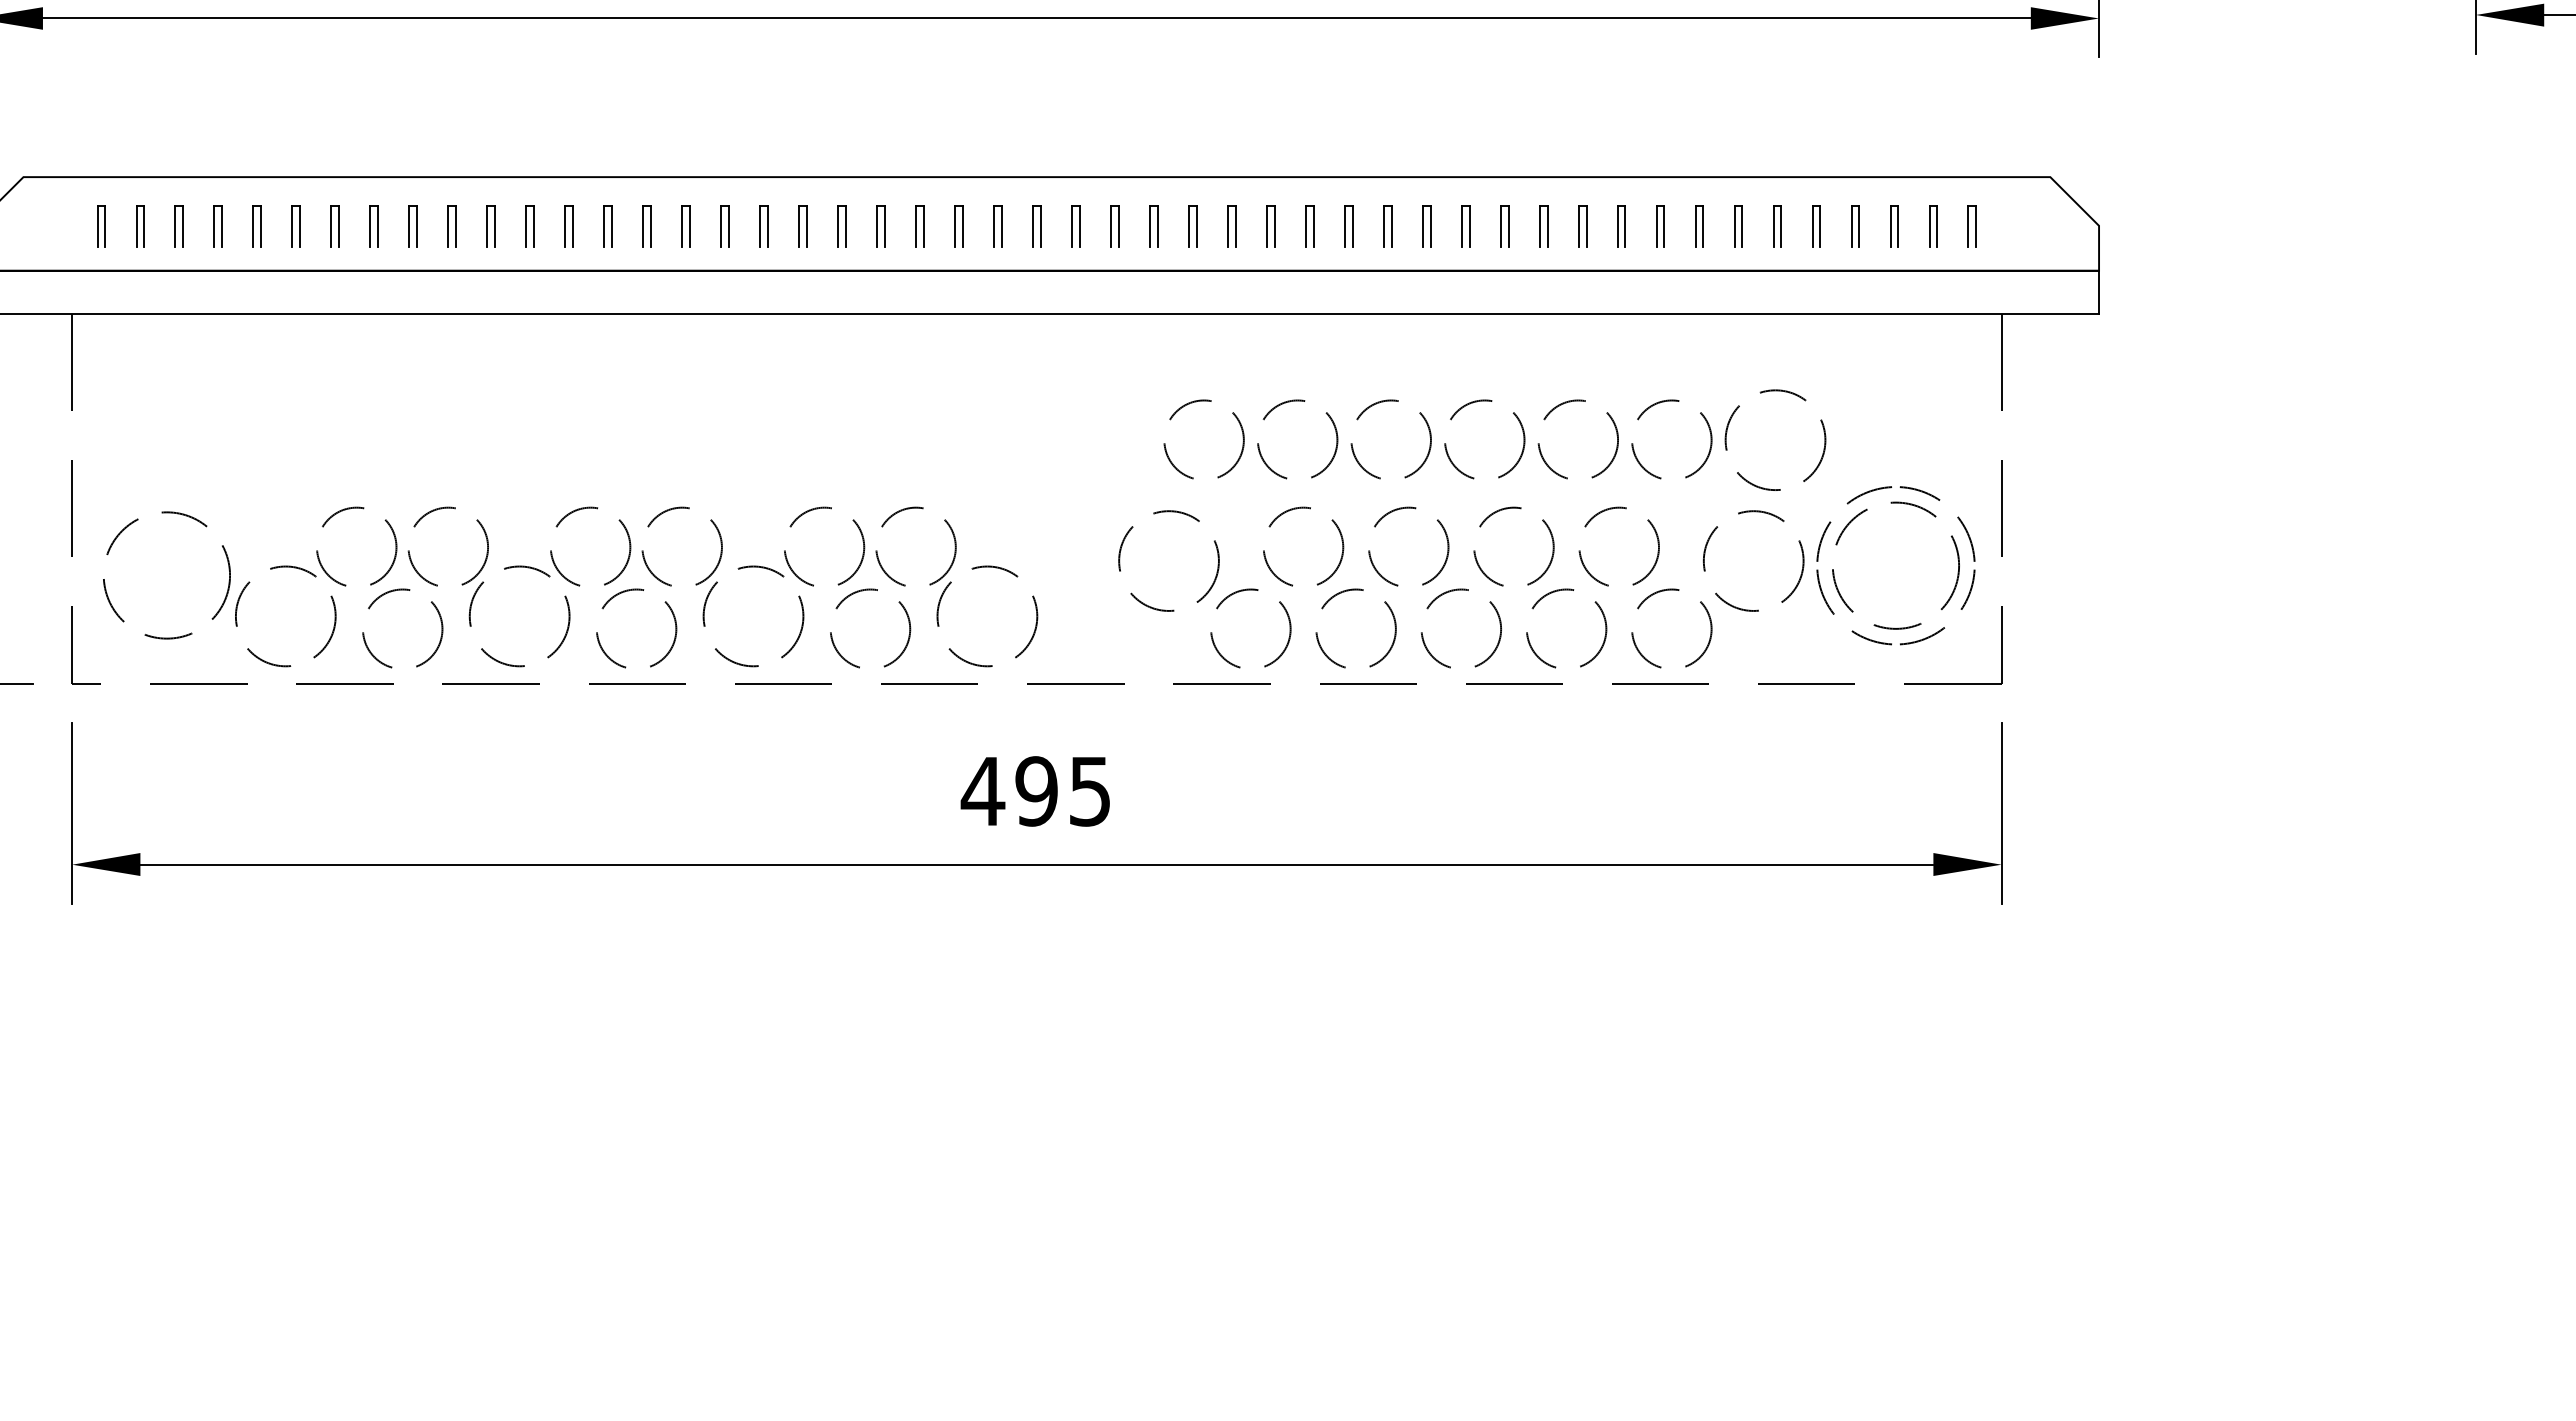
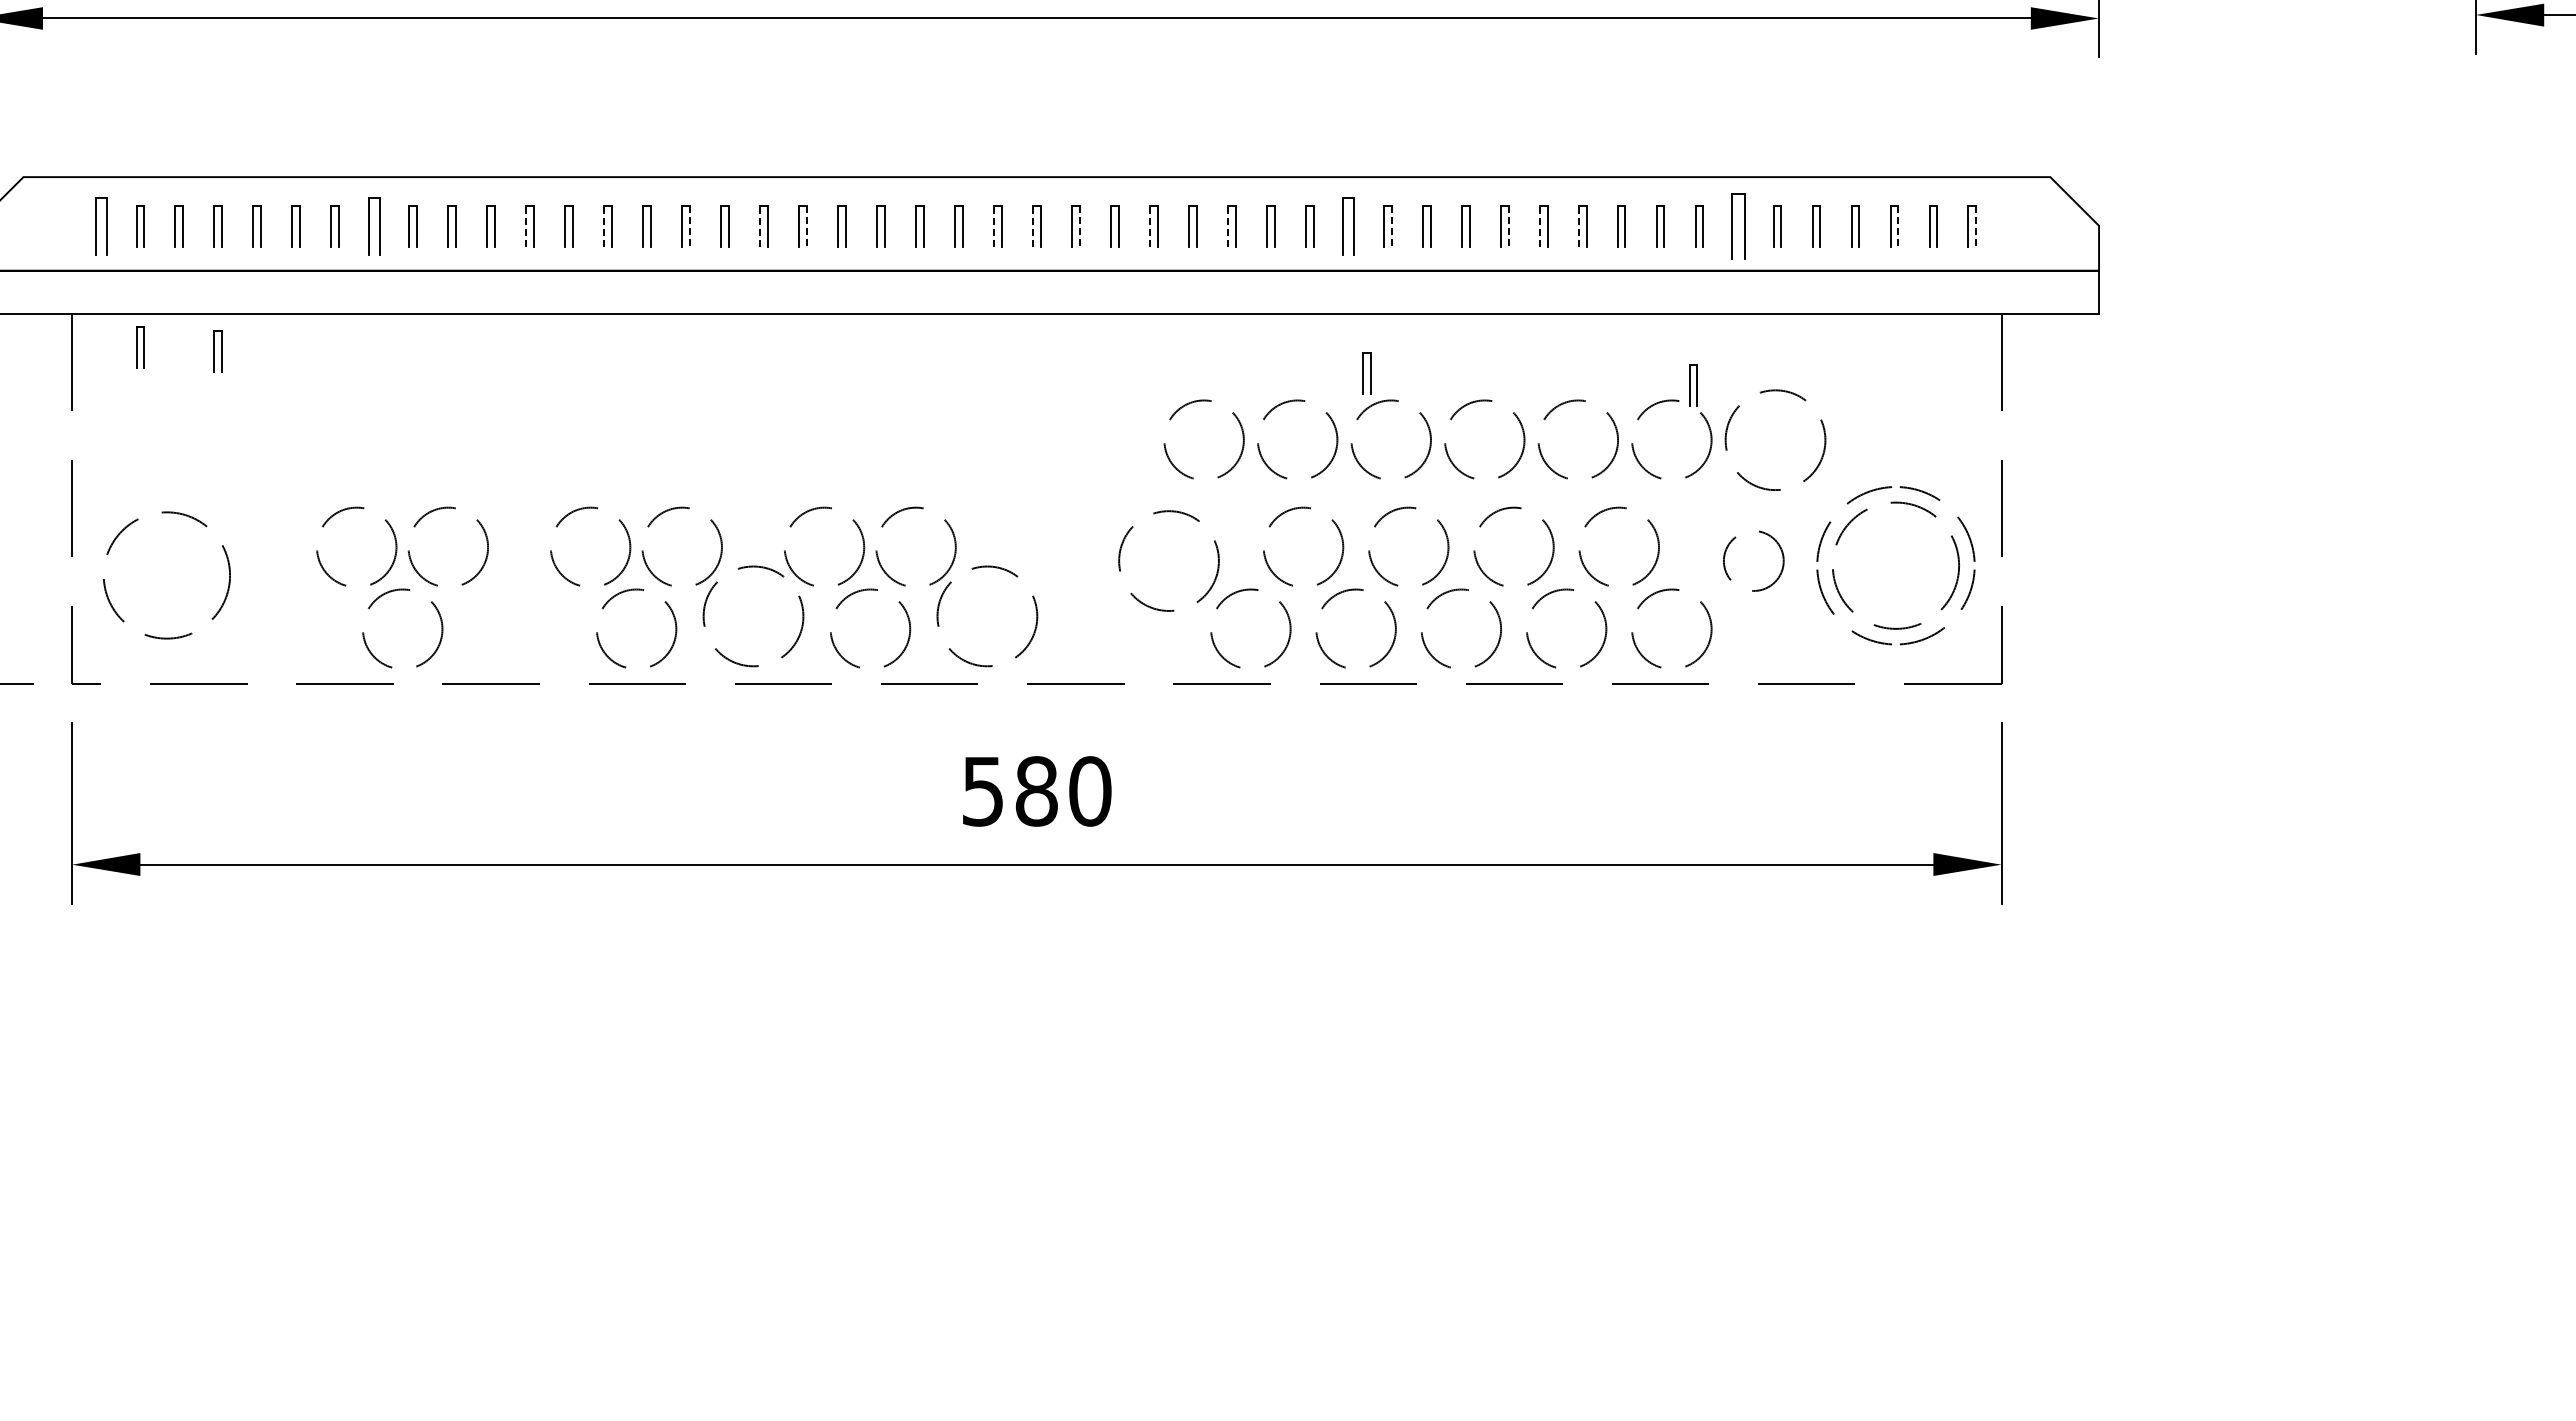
line at (526, 225): solid -> dashed
line at (604, 225): solid -> dashed
line at (760, 225): solid -> dashed
line at (994, 225): solid -> dashed
line at (1033, 225): solid -> dashed
line at (1149, 225): solid -> dashed
line at (1227, 225): solid -> dashed
line at (1539, 225): solid -> dashed
line at (1578, 225): solid -> dashed
part at (101, 226) size: 9x43 px -> 13x59 px
part at (373, 226) size: 10x43 px -> 13x59 px
line at (690, 226): solid -> dashed
line at (806, 226): solid -> dashed
line at (1079, 226): solid -> dashed
part at (1348, 226) size: 10x43 px -> 13x59 px
line at (1391, 226): solid -> dashed
line at (1508, 226): solid -> dashed
part at (1738, 226) size: 9x43 px -> 15x67 px
line at (1898, 226): solid -> dashed
line at (1976, 226): solid -> dashed
part at (140, 347): none -> present
part at (217, 351): none -> present
part at (1366, 373): none -> present
part at (1693, 385): none -> present
circle at (1753, 560) size: 102x102 px -> 62x62 px
circle at (285, 616): present -> none
circle at (519, 616): present -> none
text at (1035, 791): 495 -> 580
